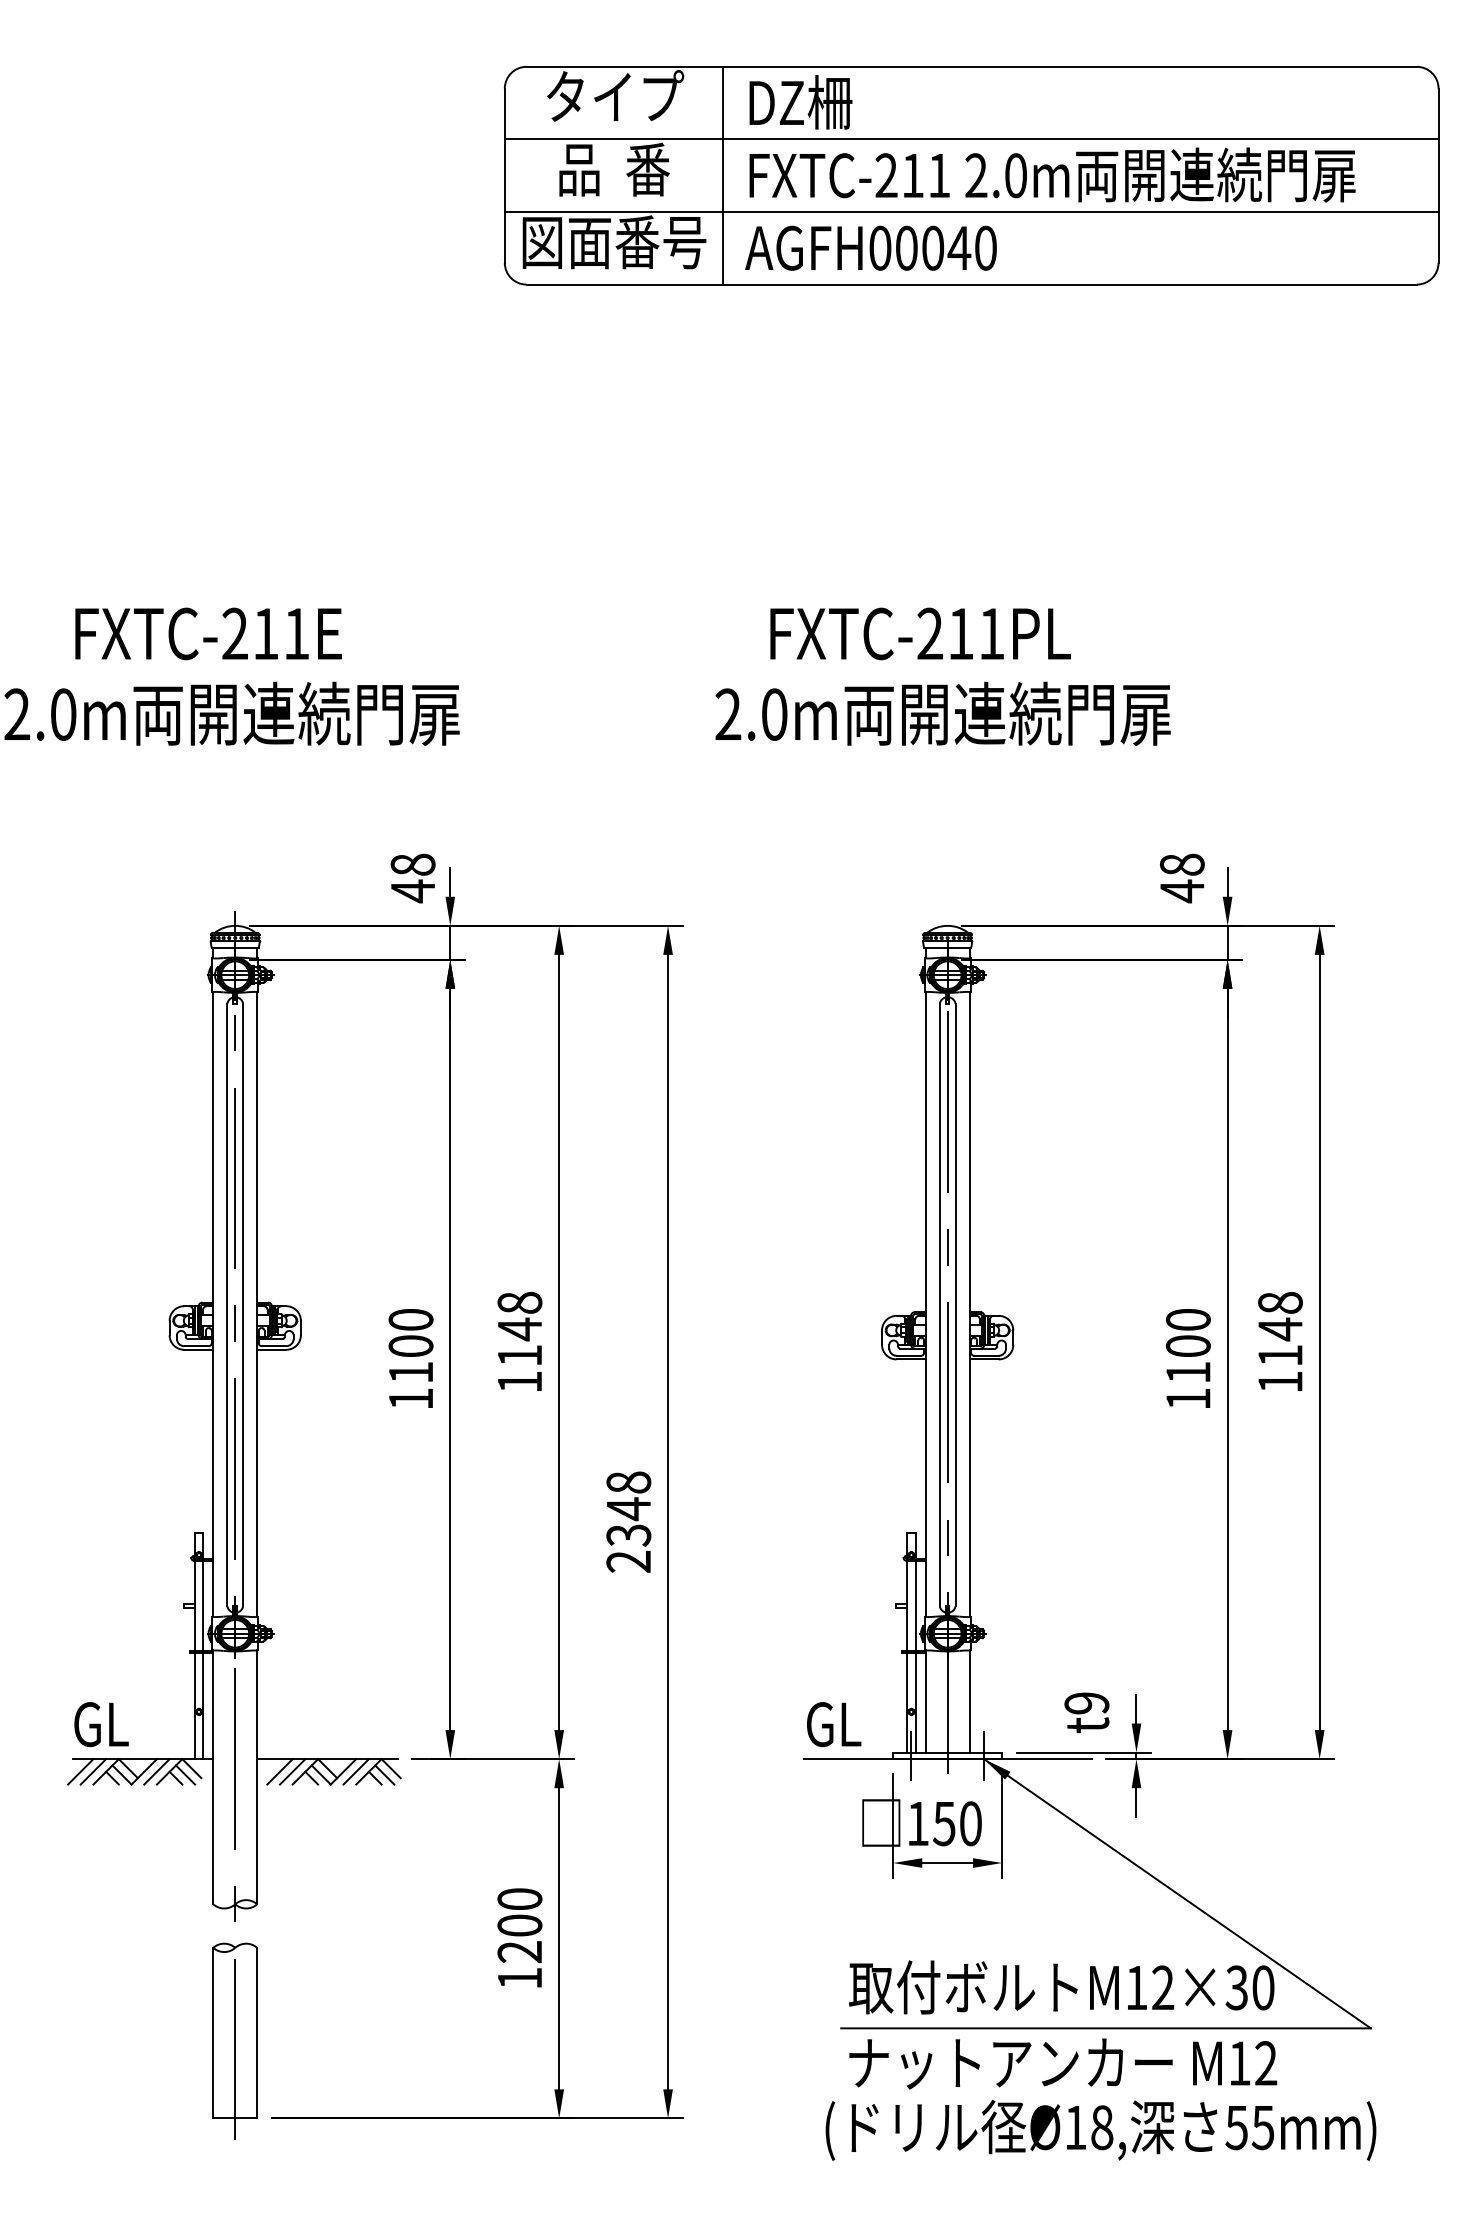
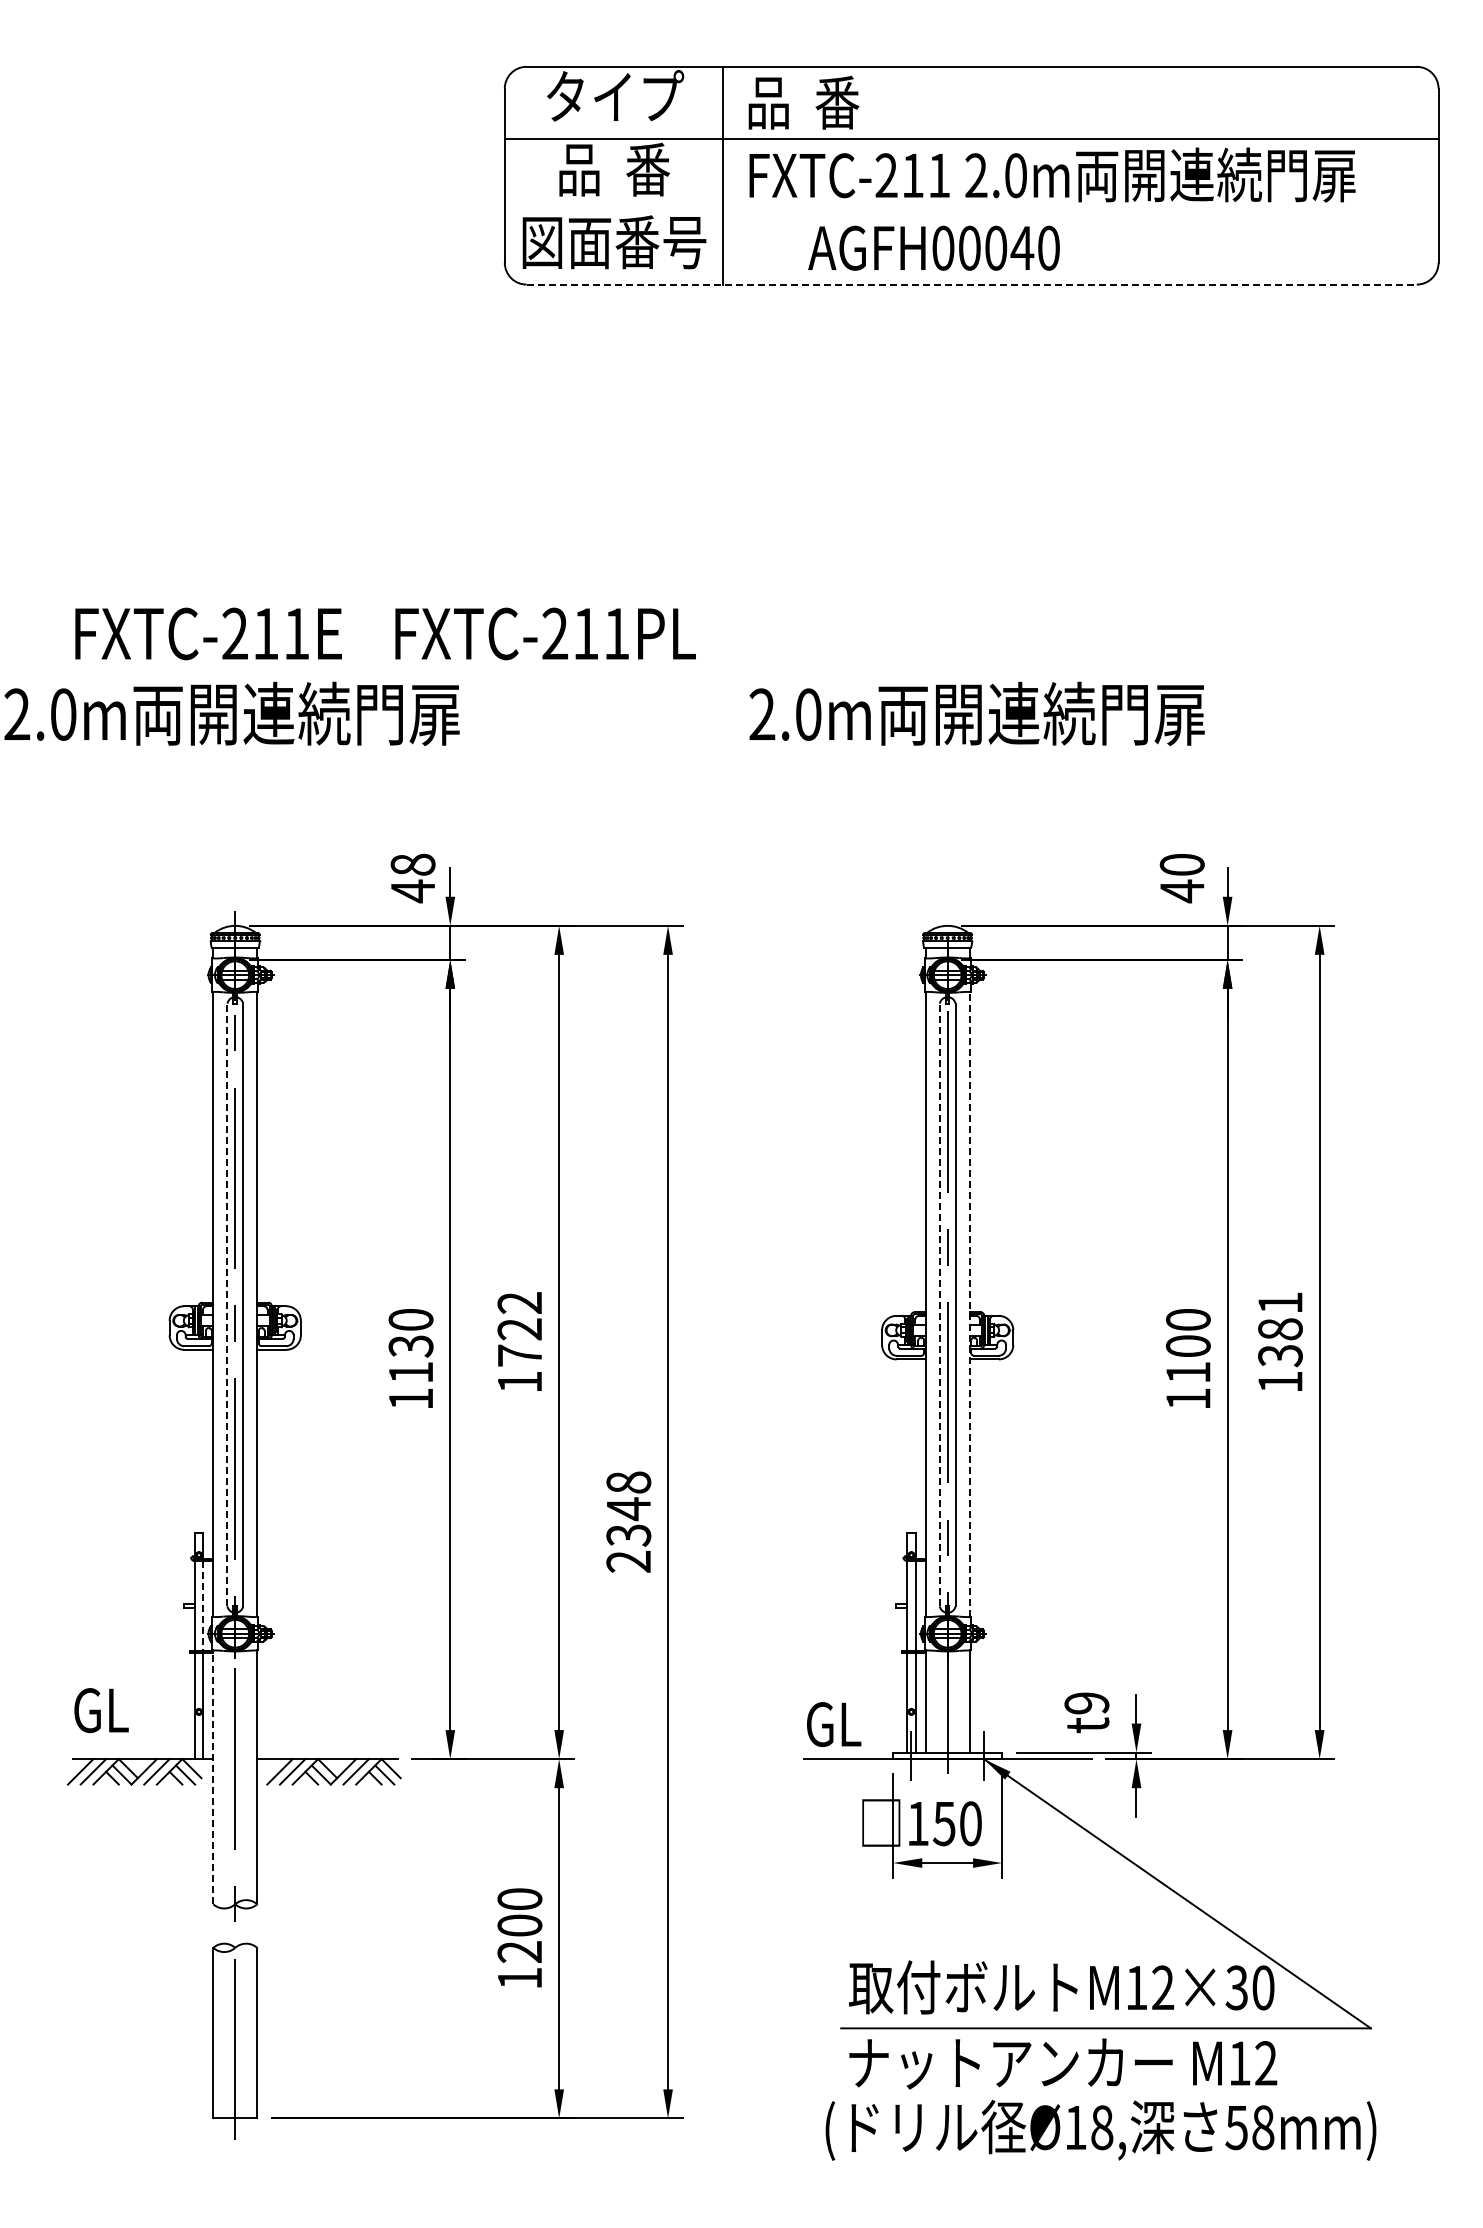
text at (803, 102): DZ柵 -> 品  番
line at (971, 212): present -> none
text at (870, 247) position: (870, 247) -> (933, 247)
line at (972, 284): solid -> dashed
text at (920, 633) position: (920, 633) -> (545, 633)
text at (942, 713) position: (942, 713) -> (976, 713)
text at (1181, 864): 48 -> 40
line at (227, 1304): solid -> dashed
line at (939, 1304): solid -> dashed
line at (969, 1304): solid -> dashed
text at (519, 1329): 1148 -> 1722
text at (1280, 1329): 1148 -> 1381
text at (410, 1346): 1100 -> 1130
line at (203, 1605): solid -> dashed
text at (101, 1724) position: (101, 1724) -> (101, 1710)
line at (213, 1777): solid -> dashed
text at (1262, 2127): 55mm) -> 58mm)
